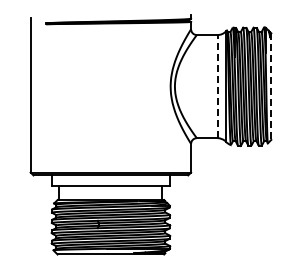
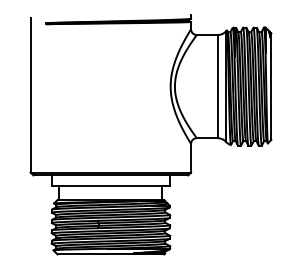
line at (217, 86): dashed -> solid
line at (271, 87): dashed -> solid
